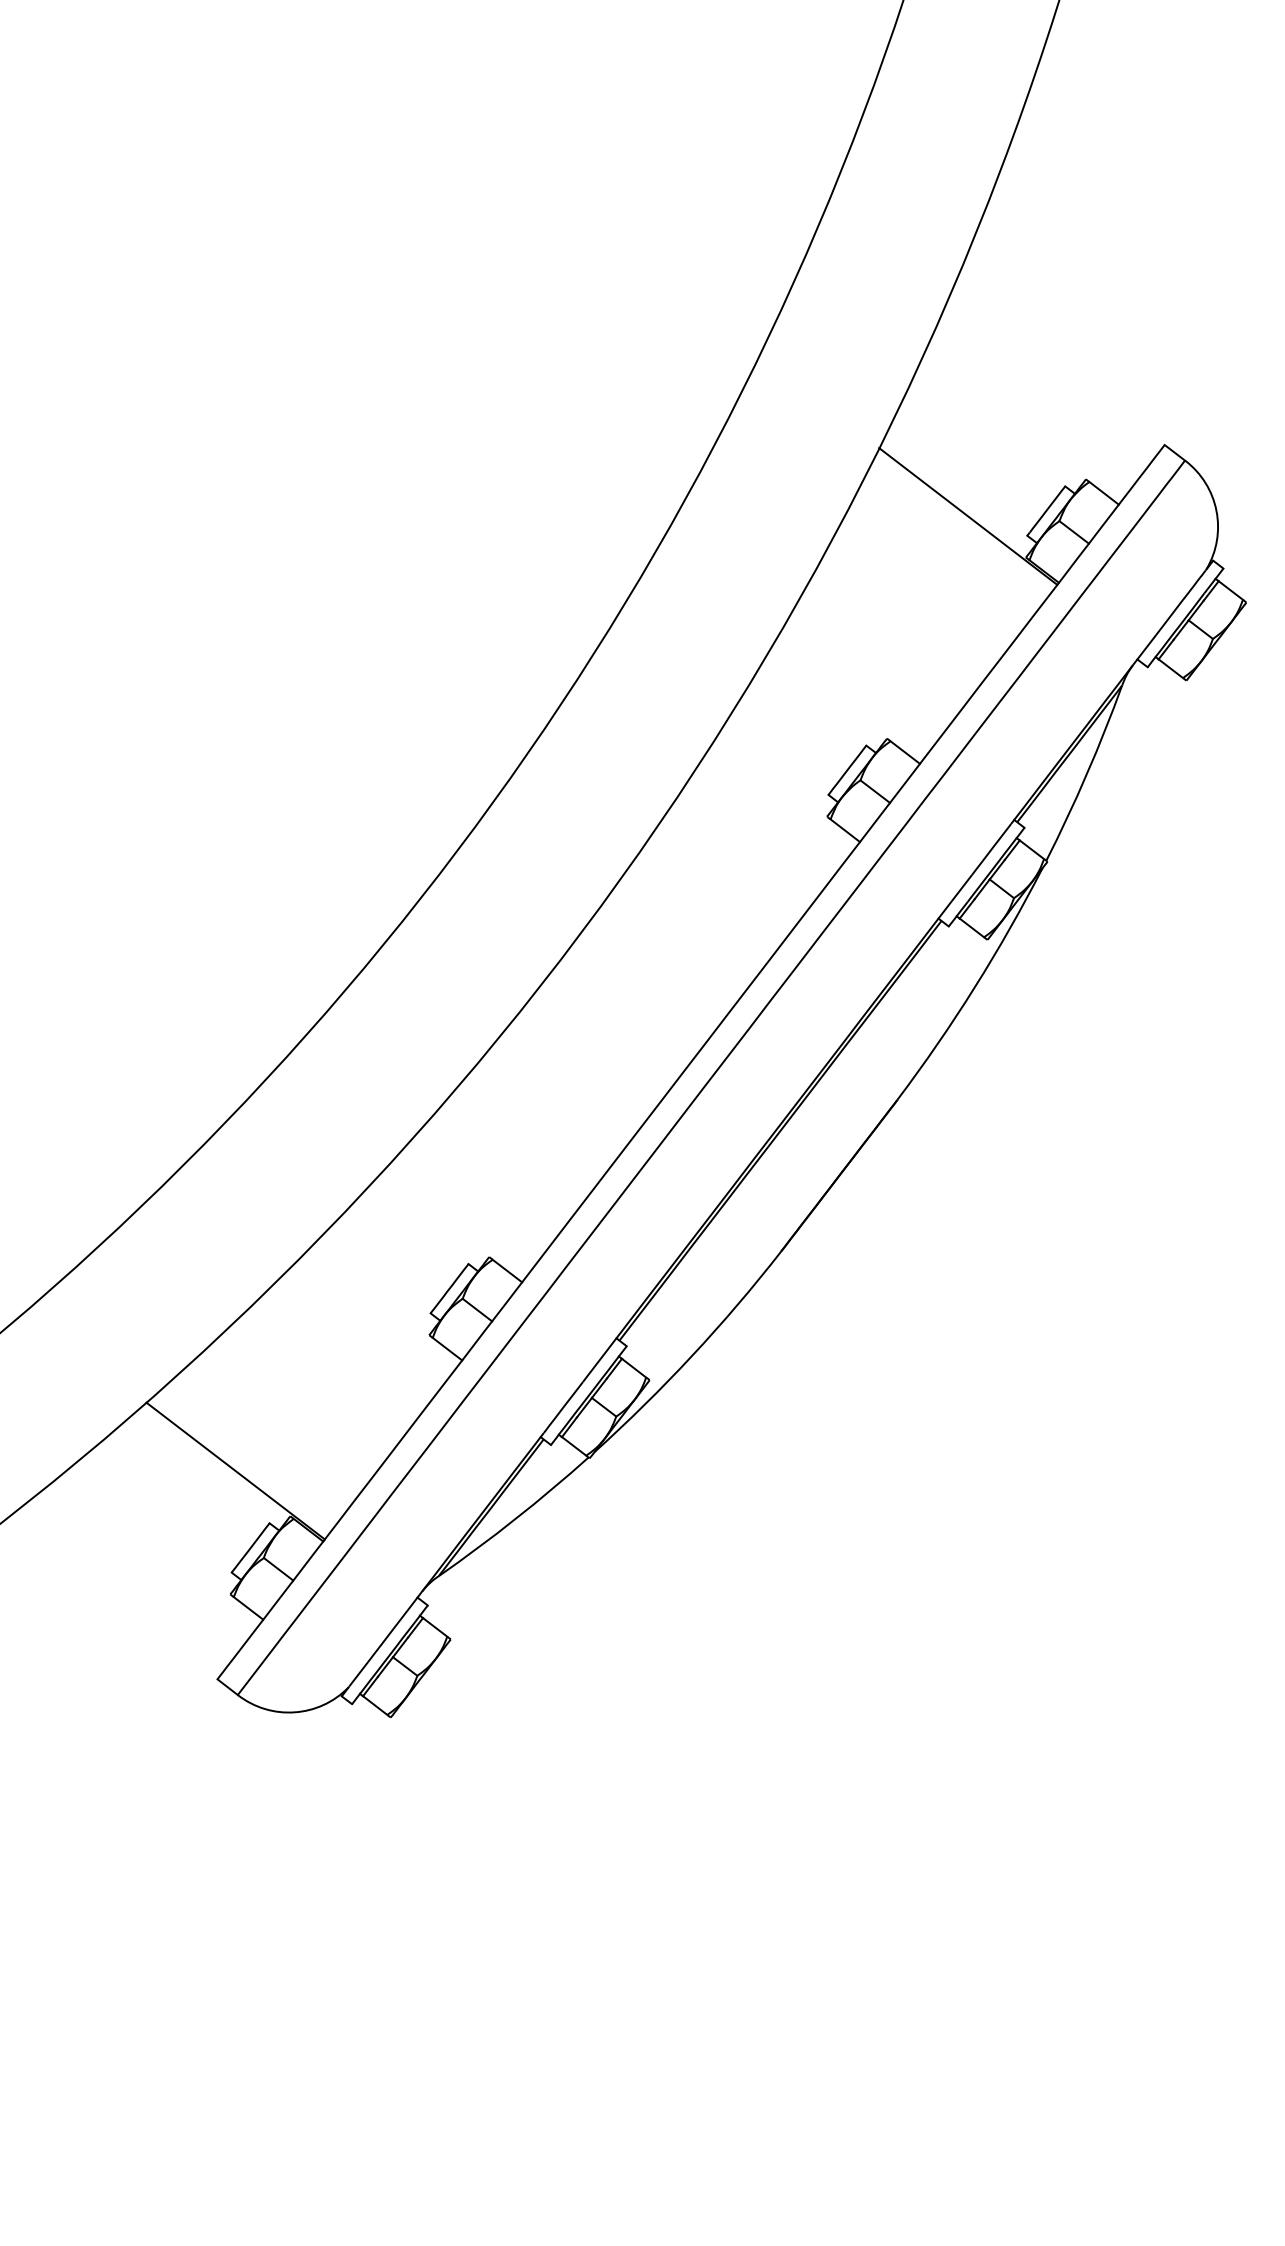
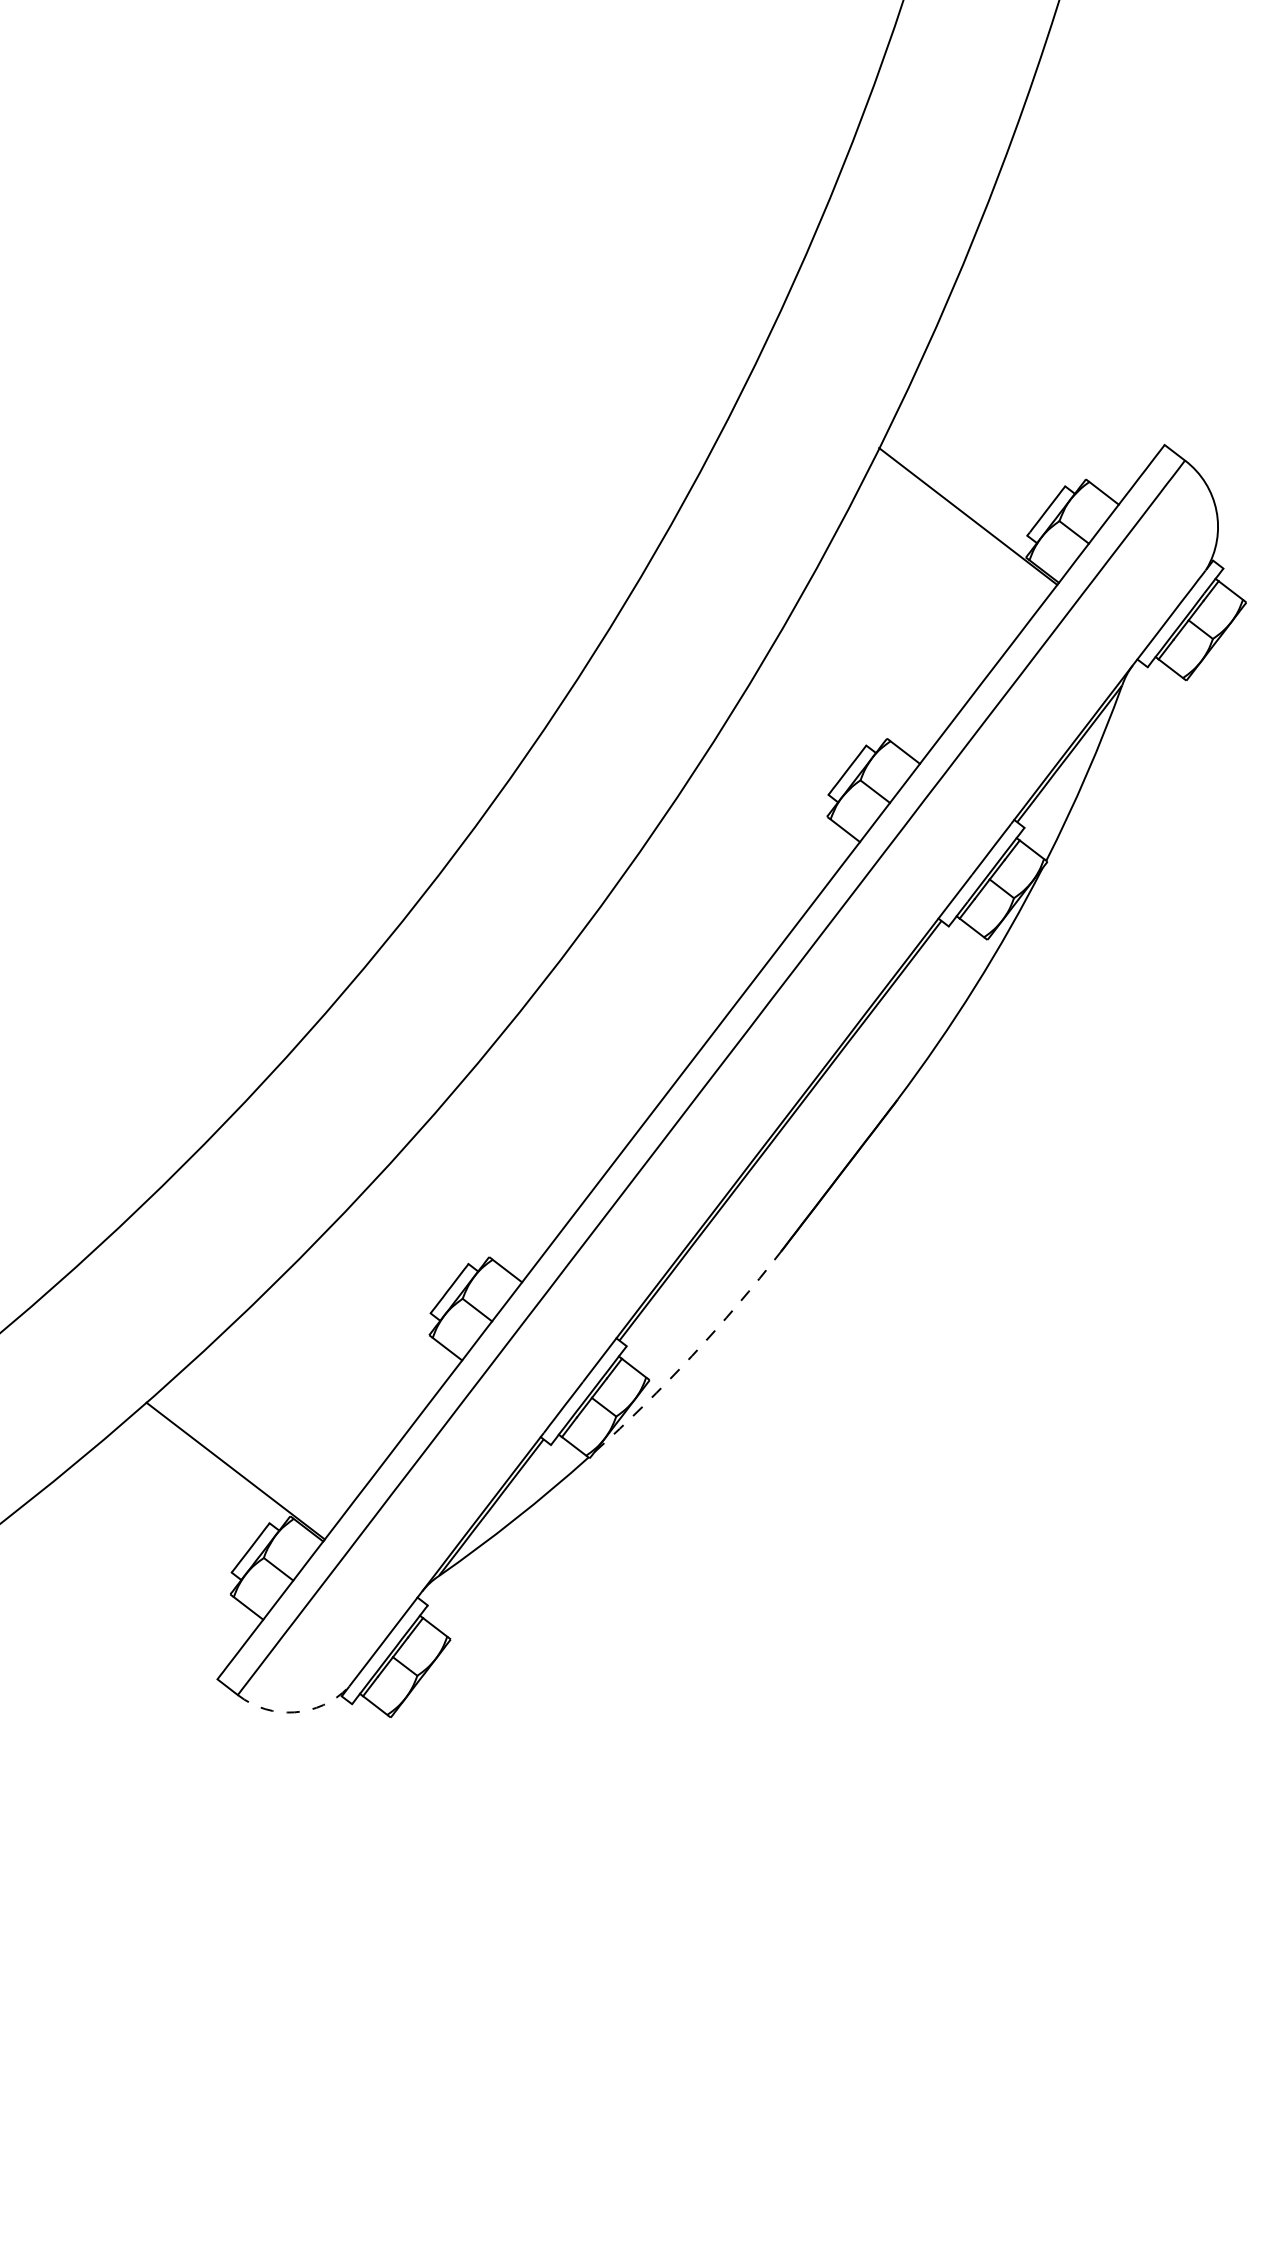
arc at (692, 1356): solid -> dashed
arc at (294, 1712): solid -> dashed
